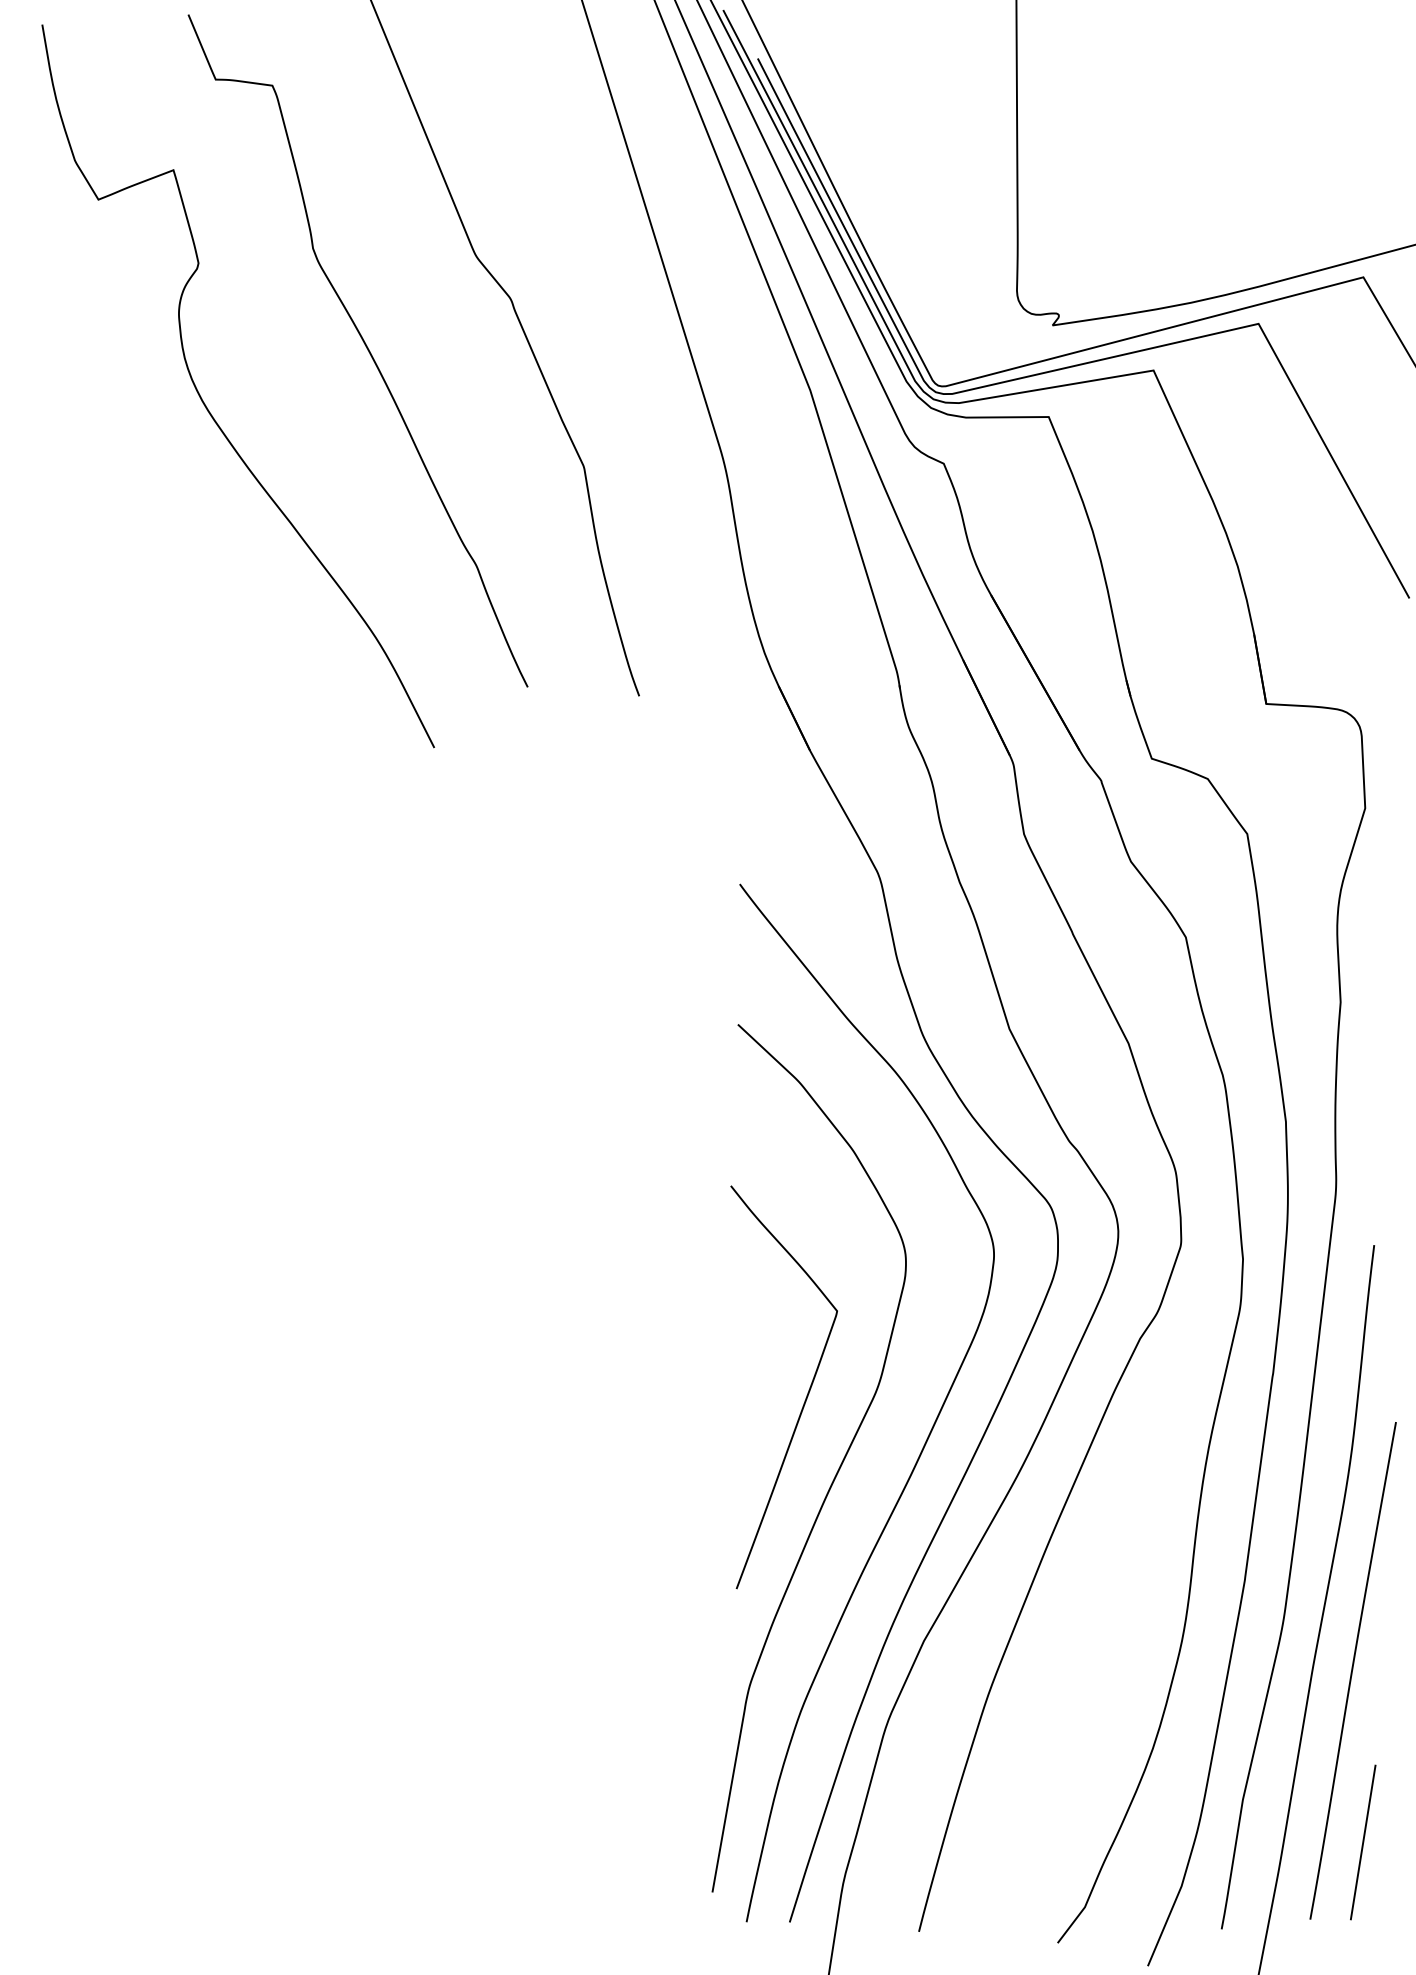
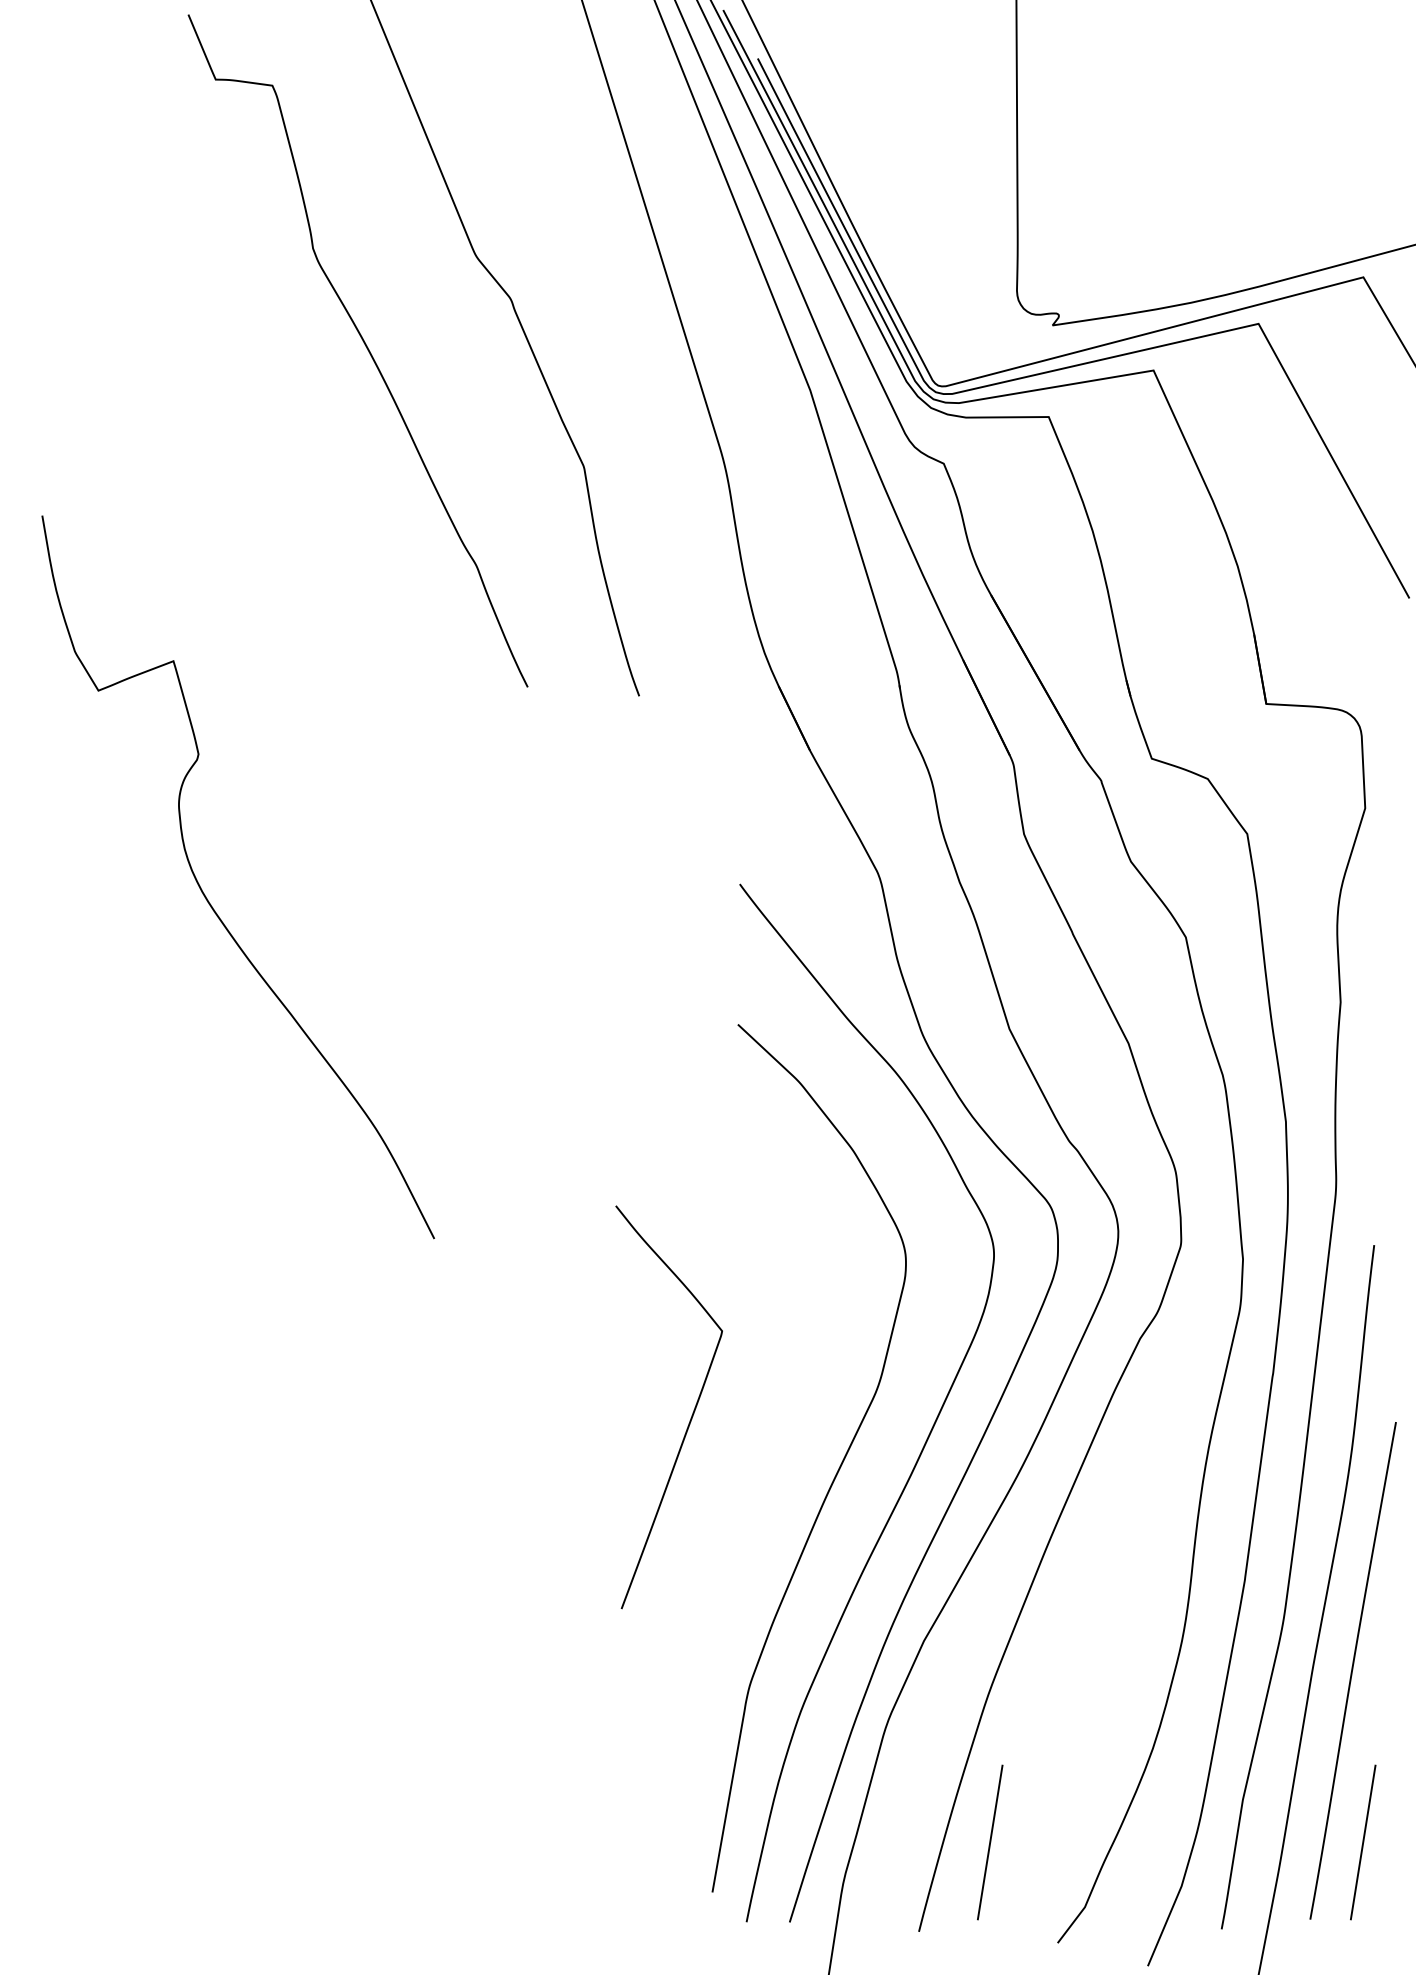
curve at (206, 405) position: (206, 405) -> (206, 896)
curve at (806, 1395) position: (806, 1395) -> (691, 1415)
line at (990, 1842): none -> present
